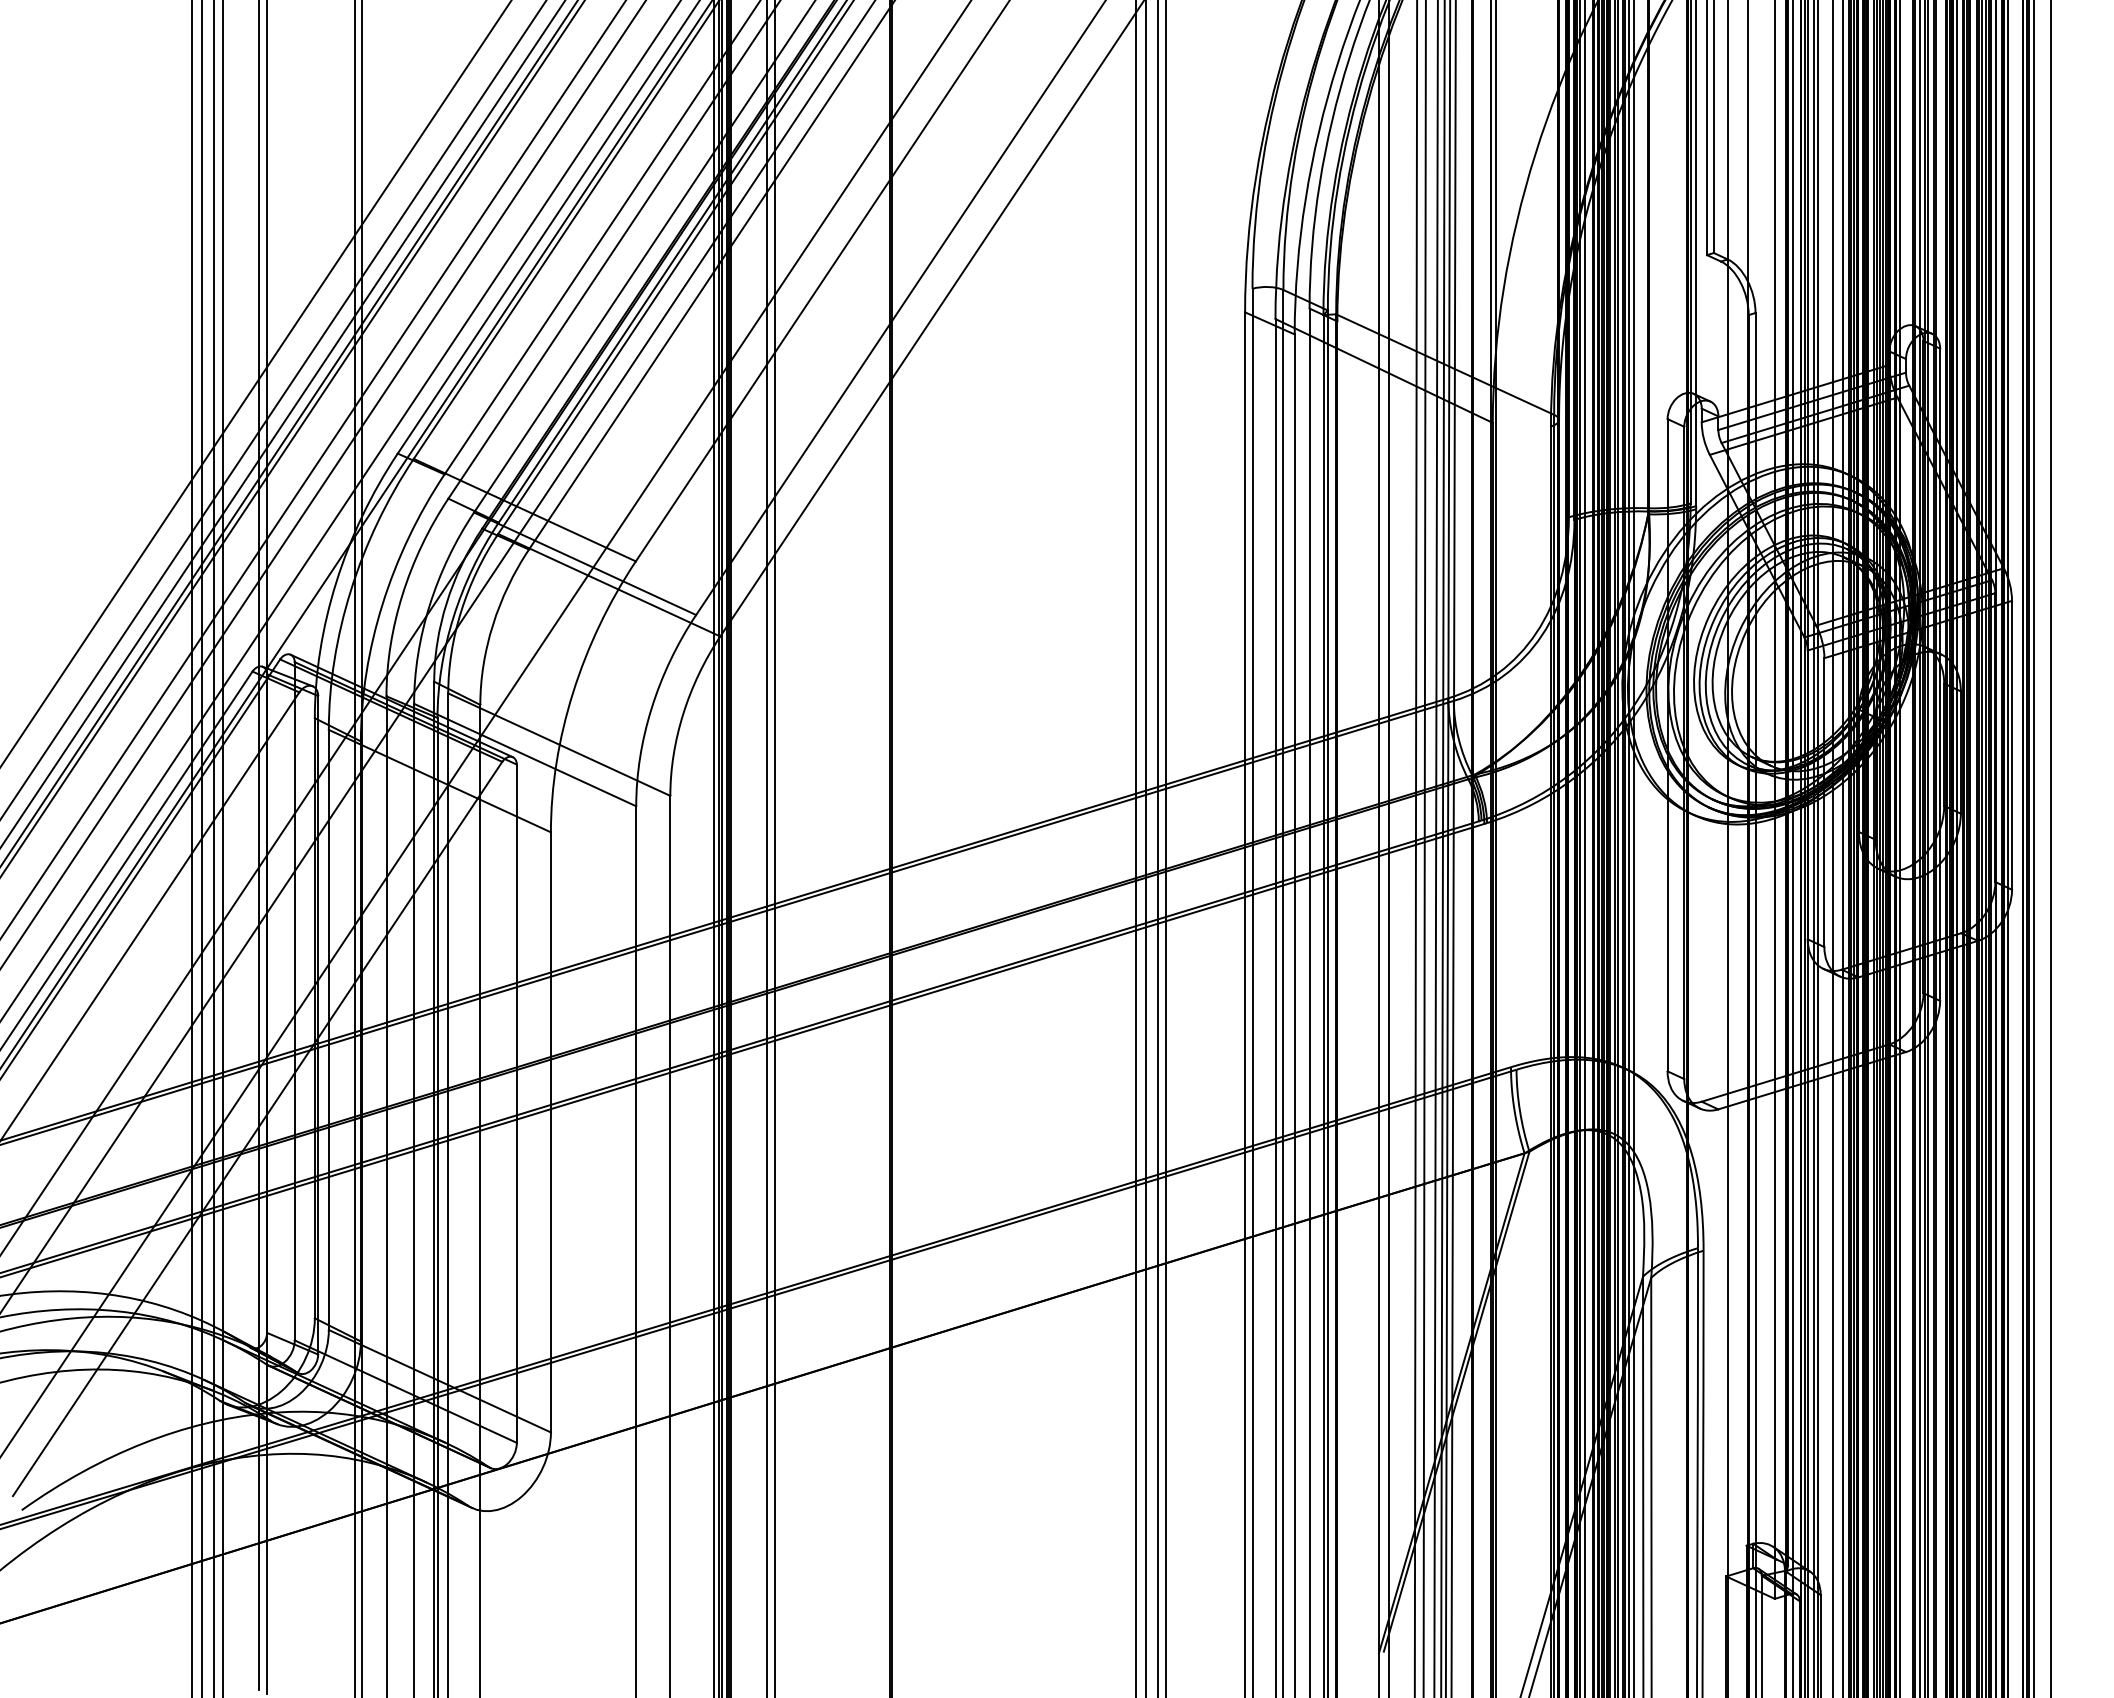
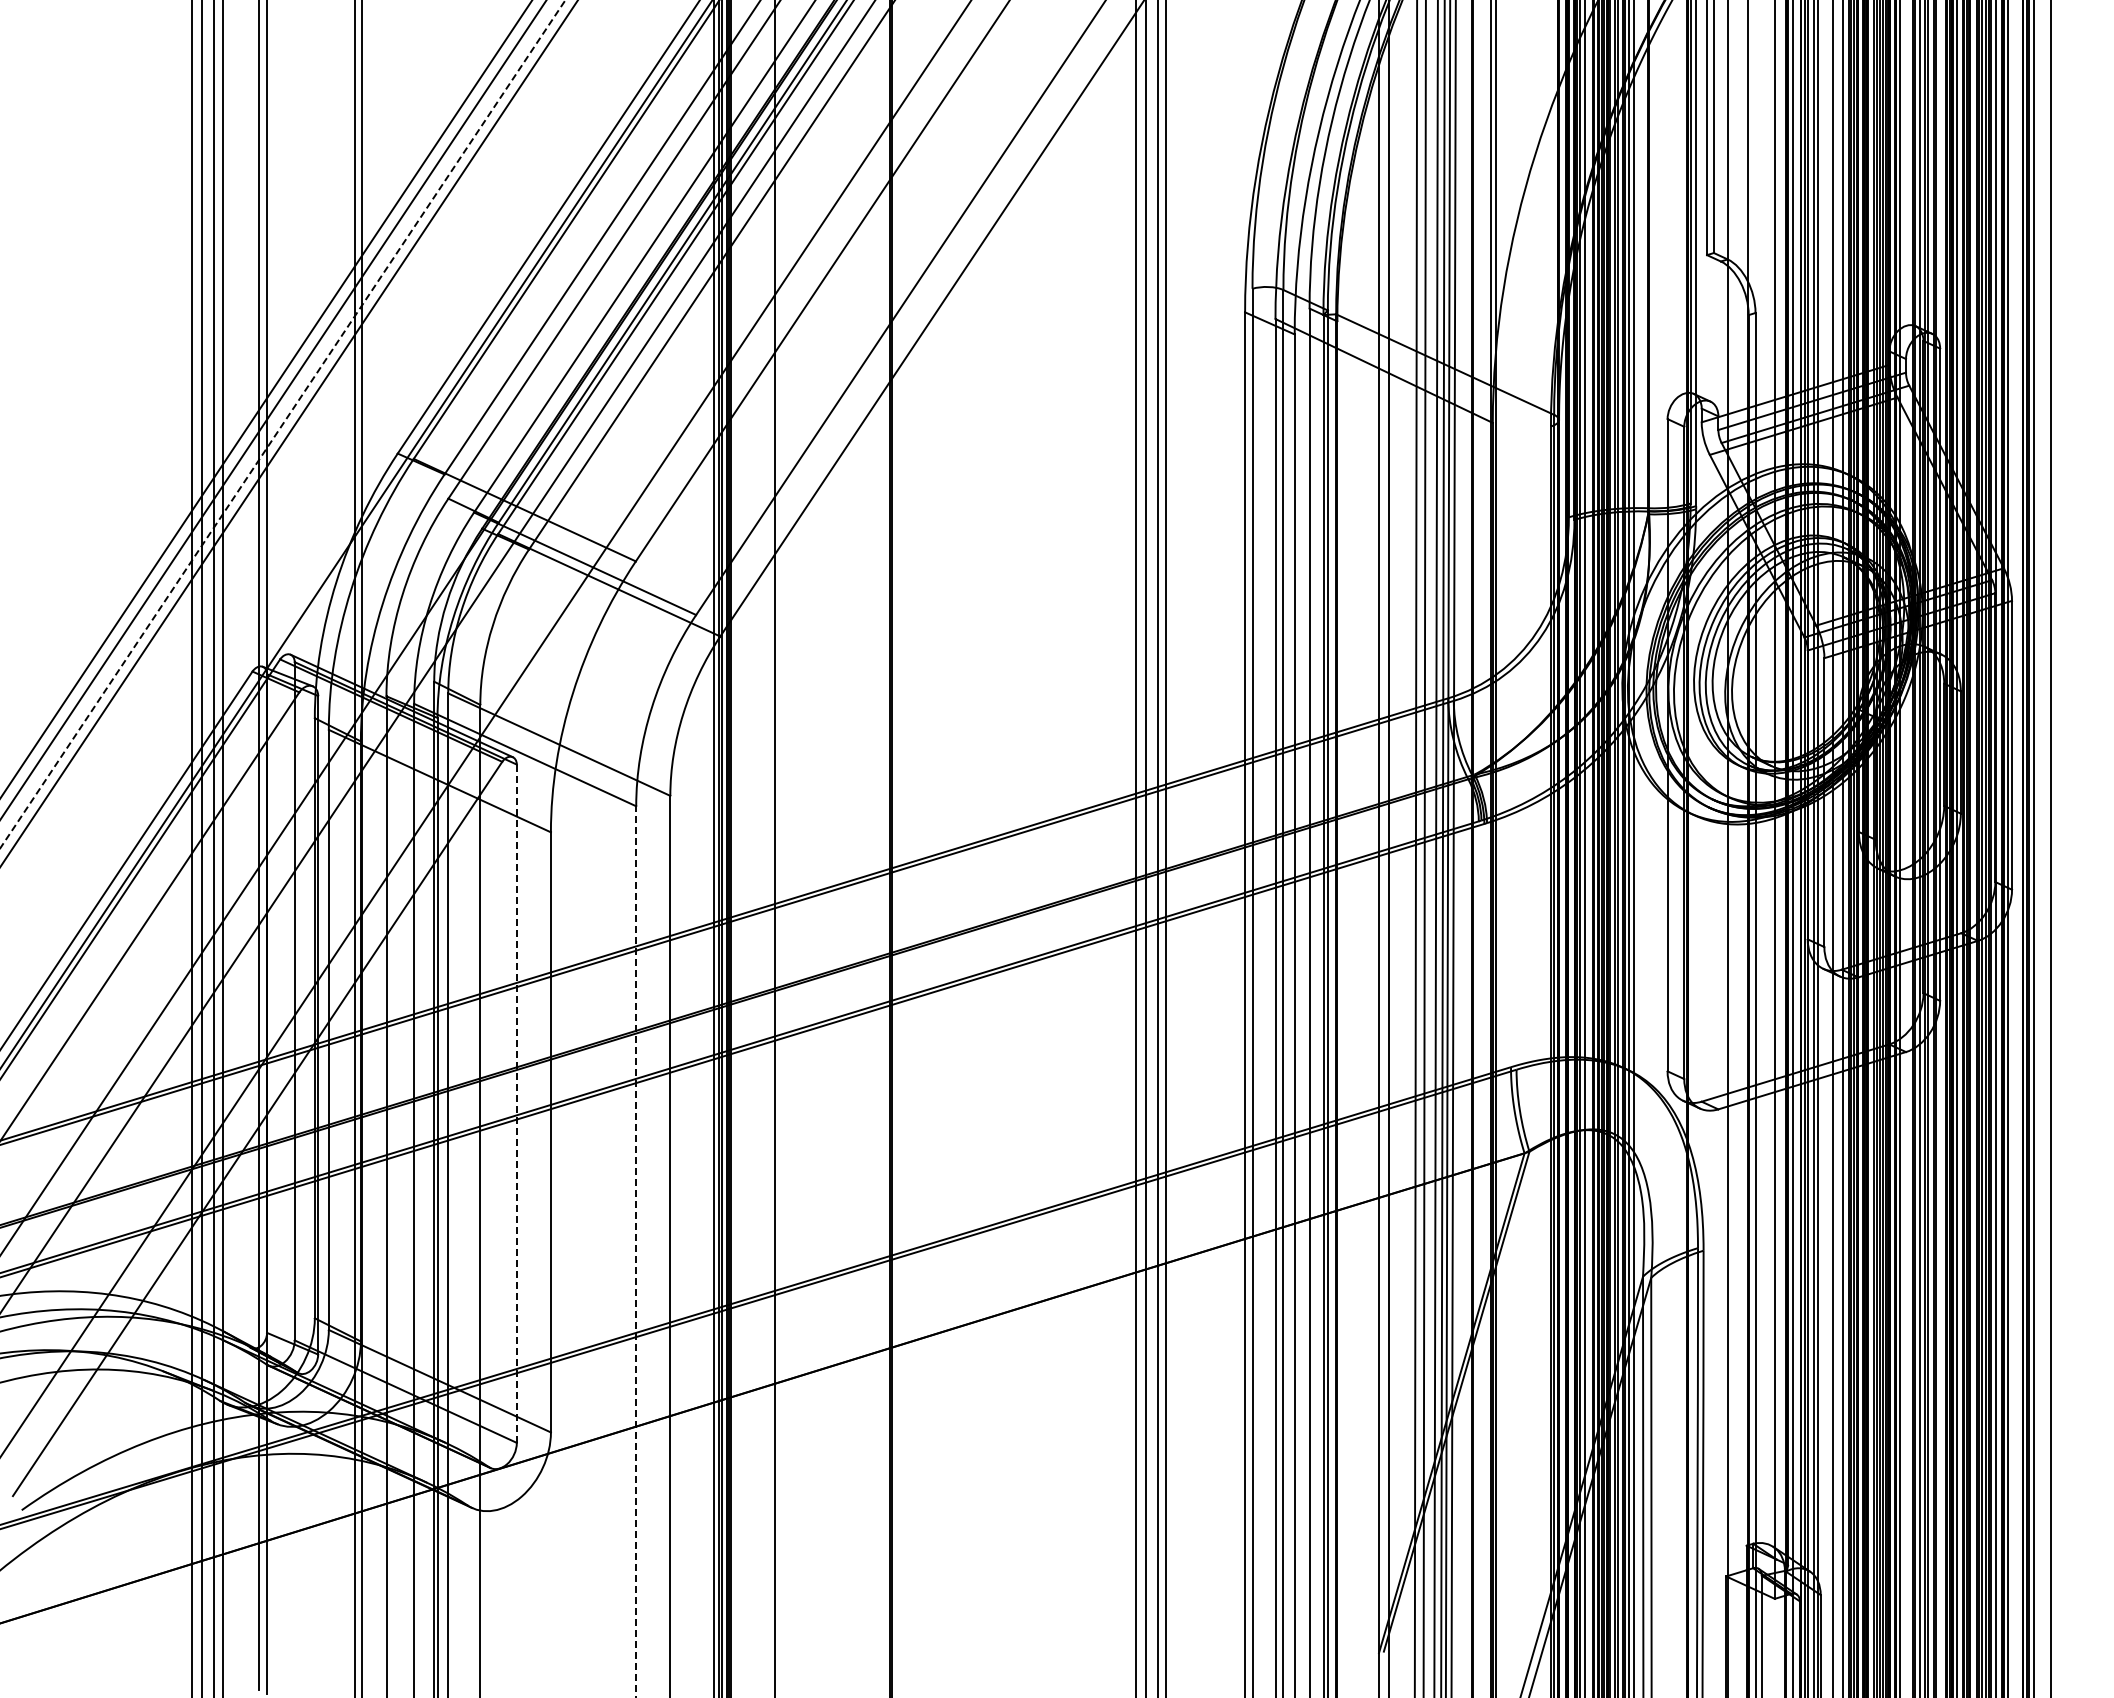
line at (256, 383) position: (256, 383) -> (266, 398)
line at (282, 424): solid -> dashed
line at (292, 438): present -> none
line at (313, 469): present -> none
line at (323, 484): present -> none
line at (340, 510): present -> none
line at (766, 848): present -> none
line at (516, 1103): solid -> dashed
line at (636, 1251): solid -> dashed
